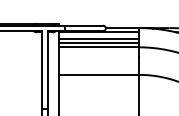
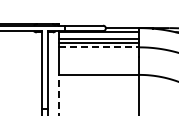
line at (99, 47): solid -> dashed
line at (58, 94): solid -> dashed
